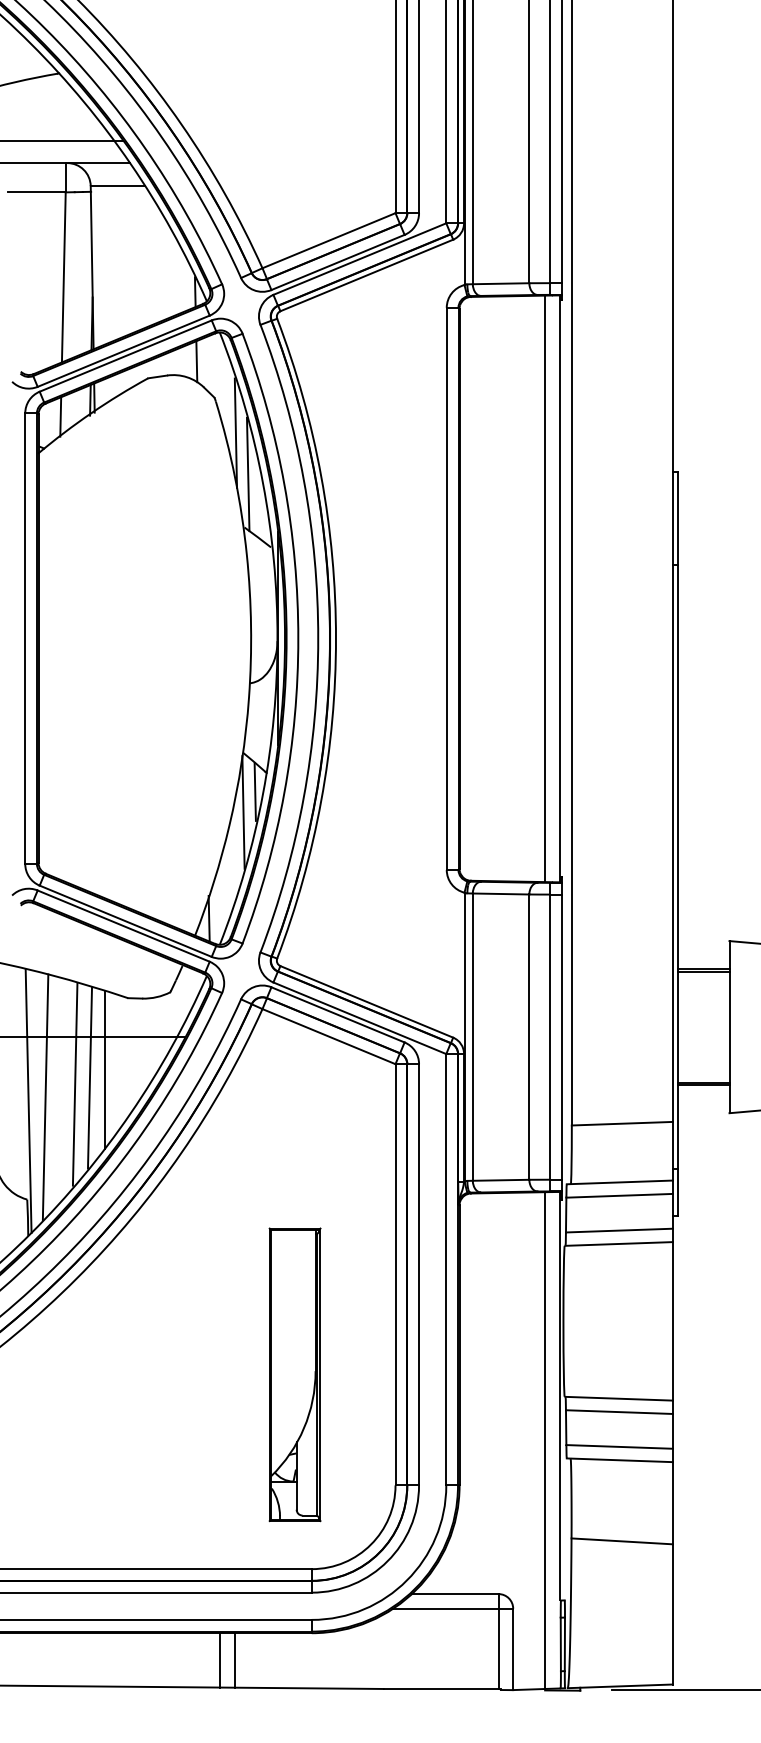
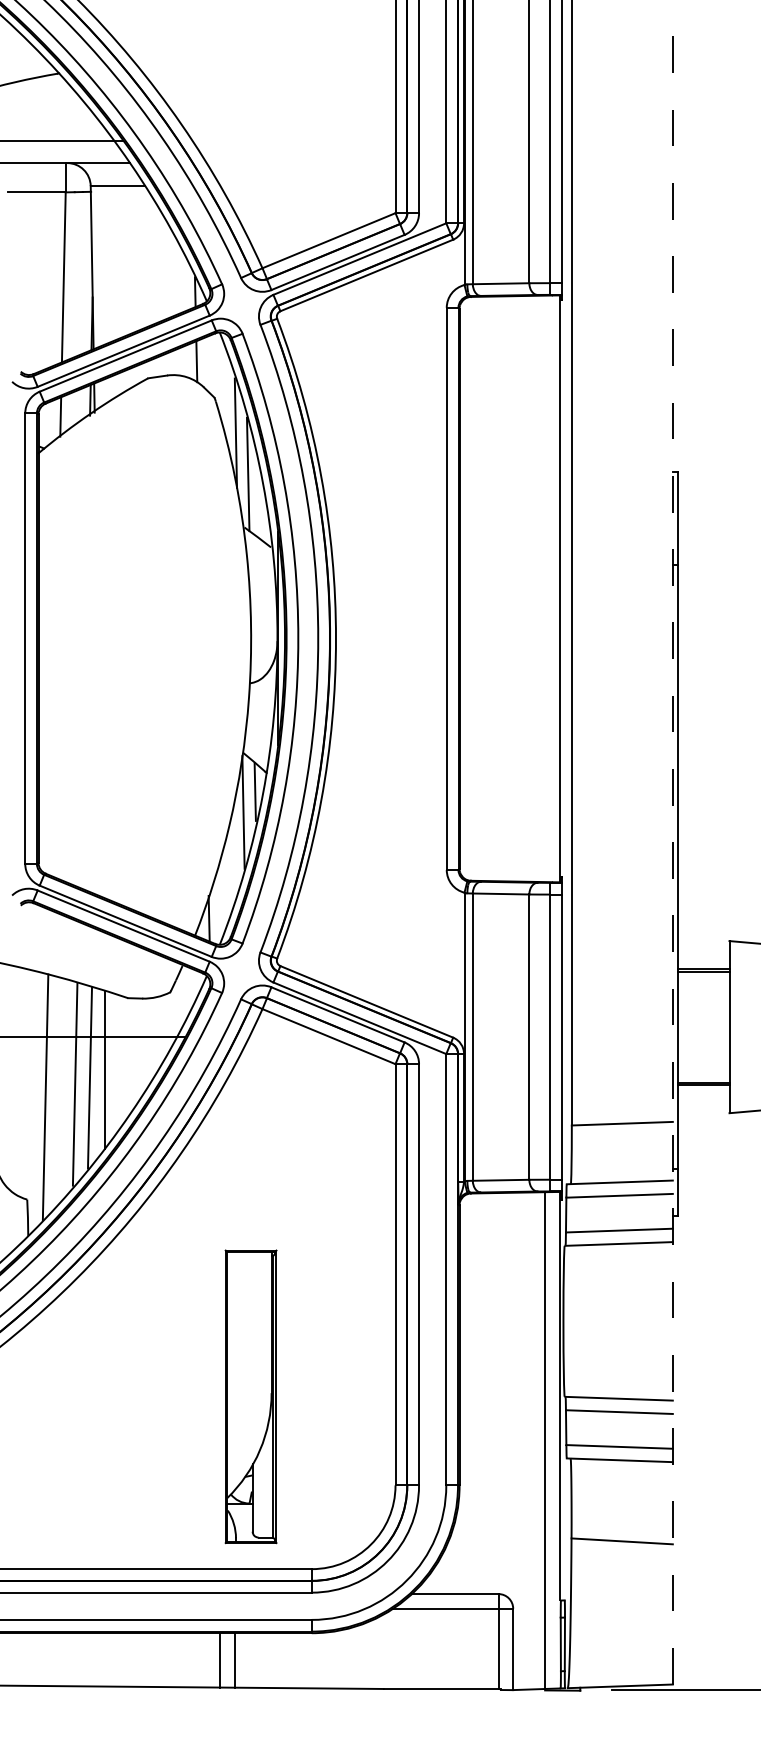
line at (545, 588): present -> none
line at (672, 841): solid -> dashed
line at (28, 1100): present -> none
part at (294, 1374) position: (294, 1374) -> (250, 1396)
